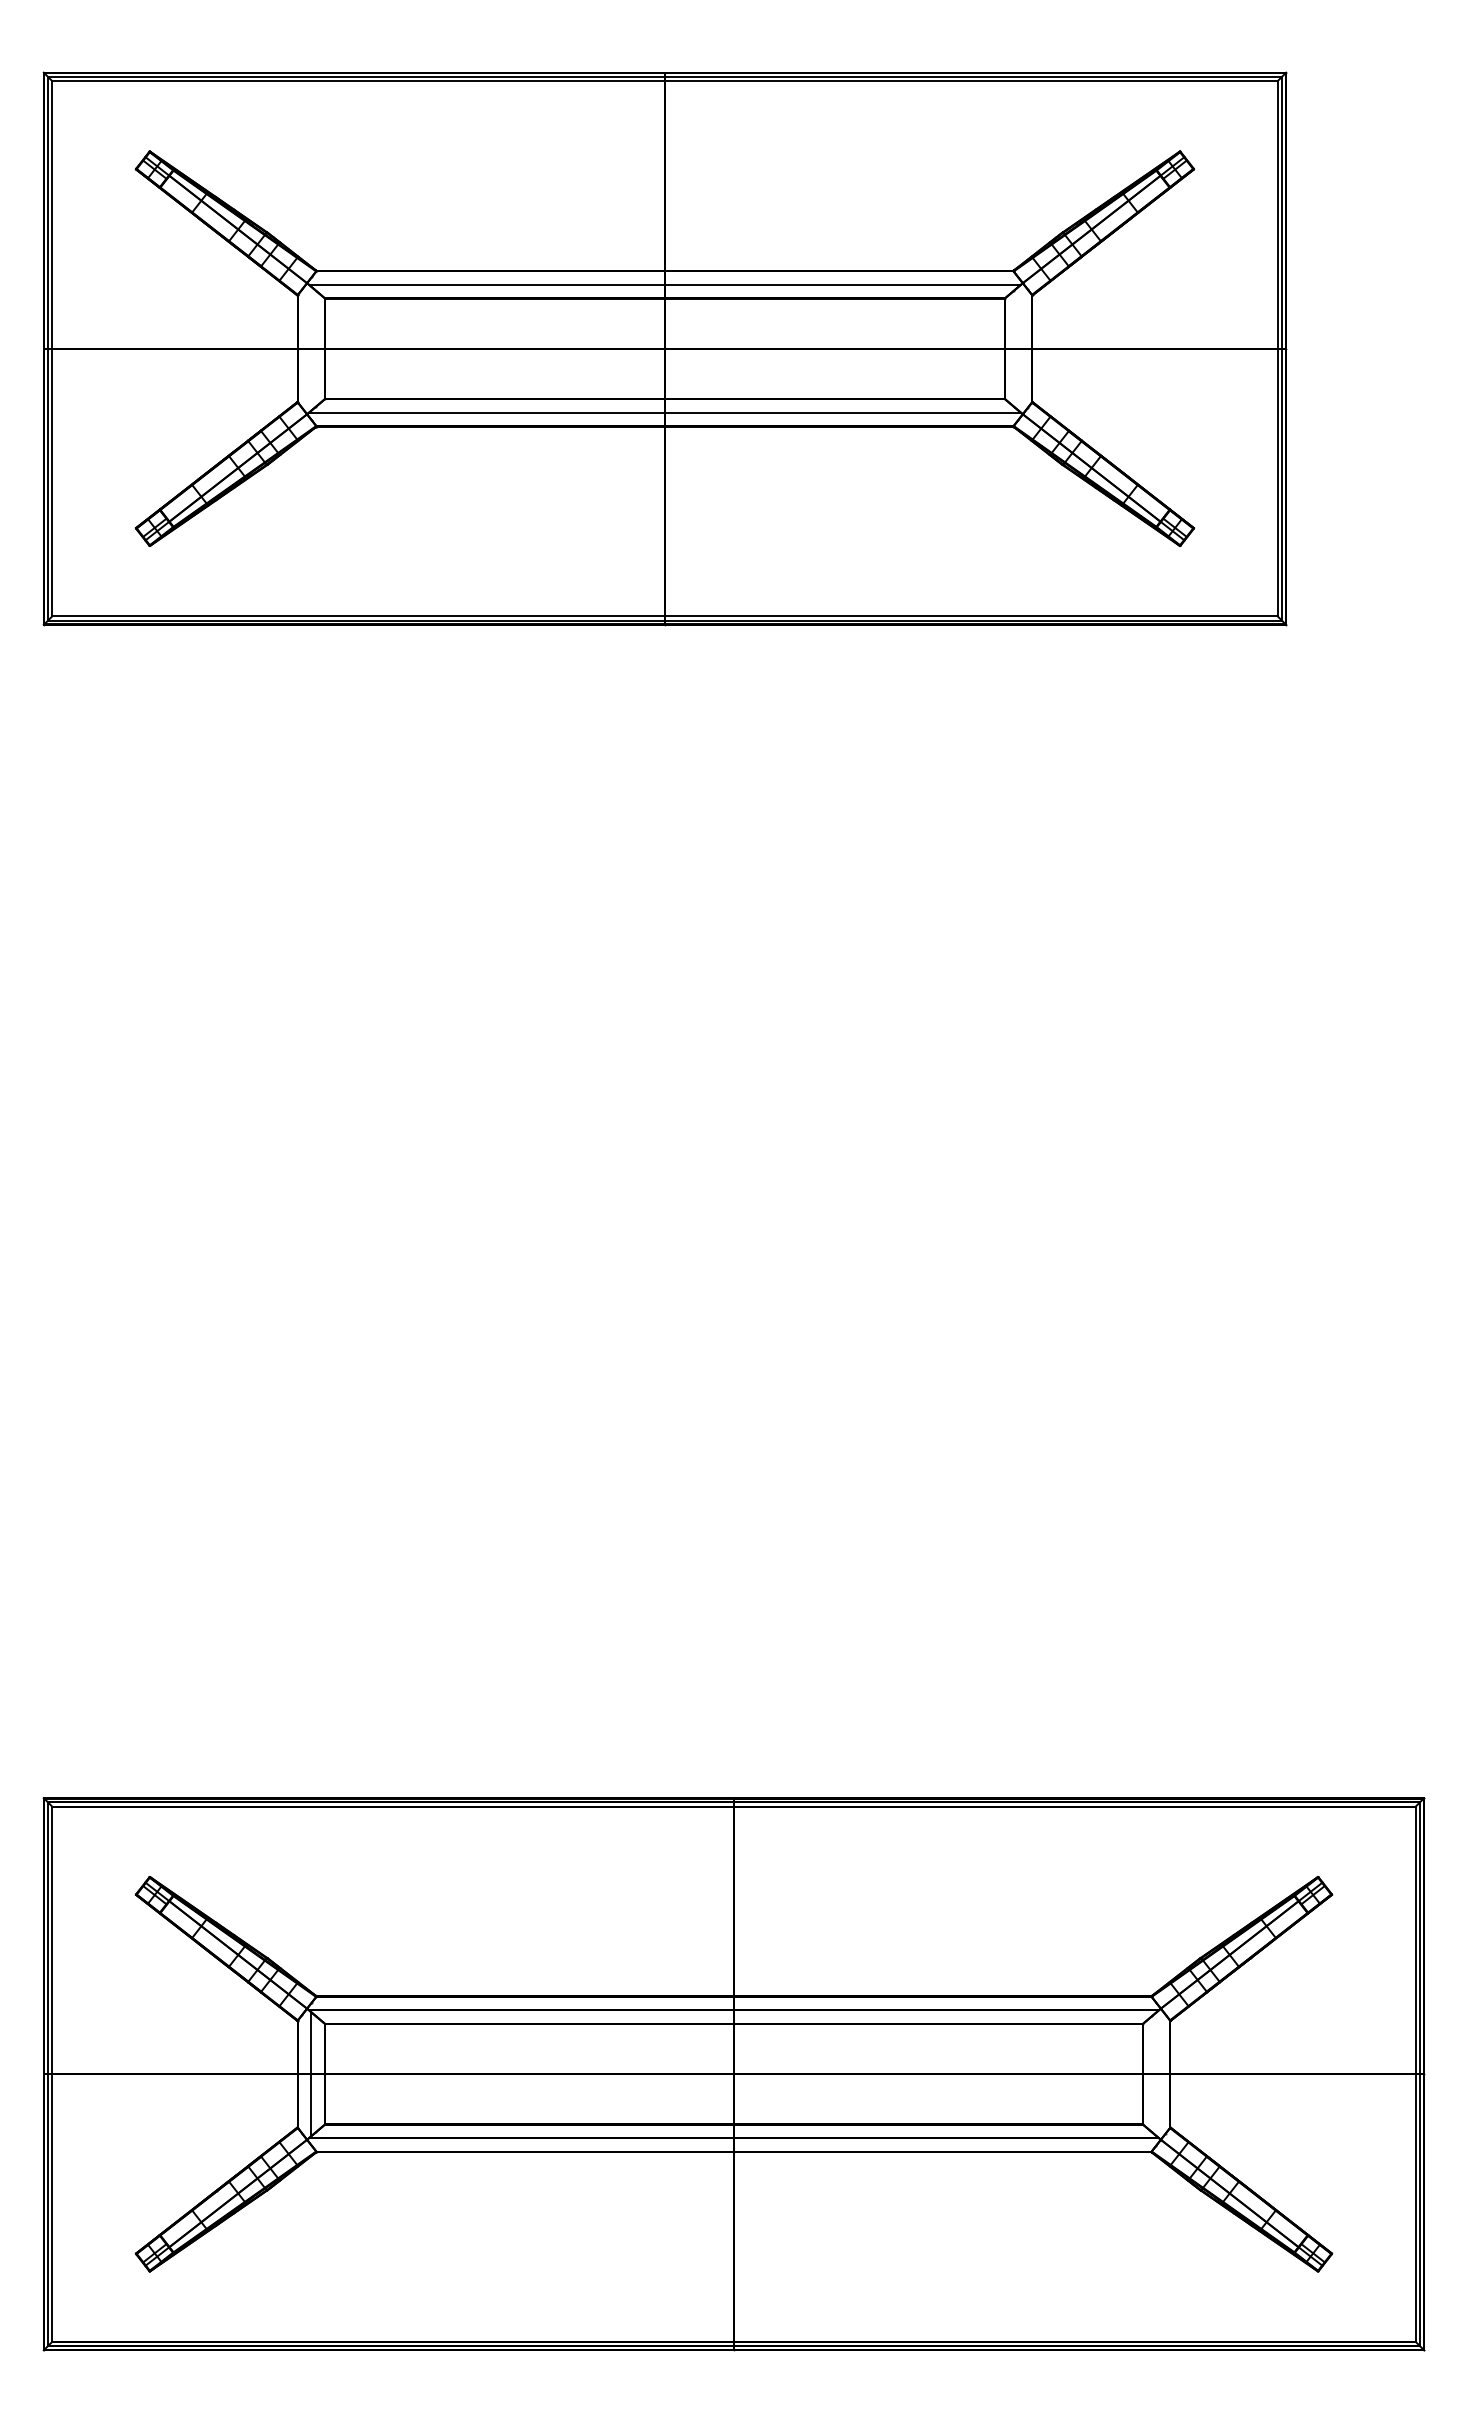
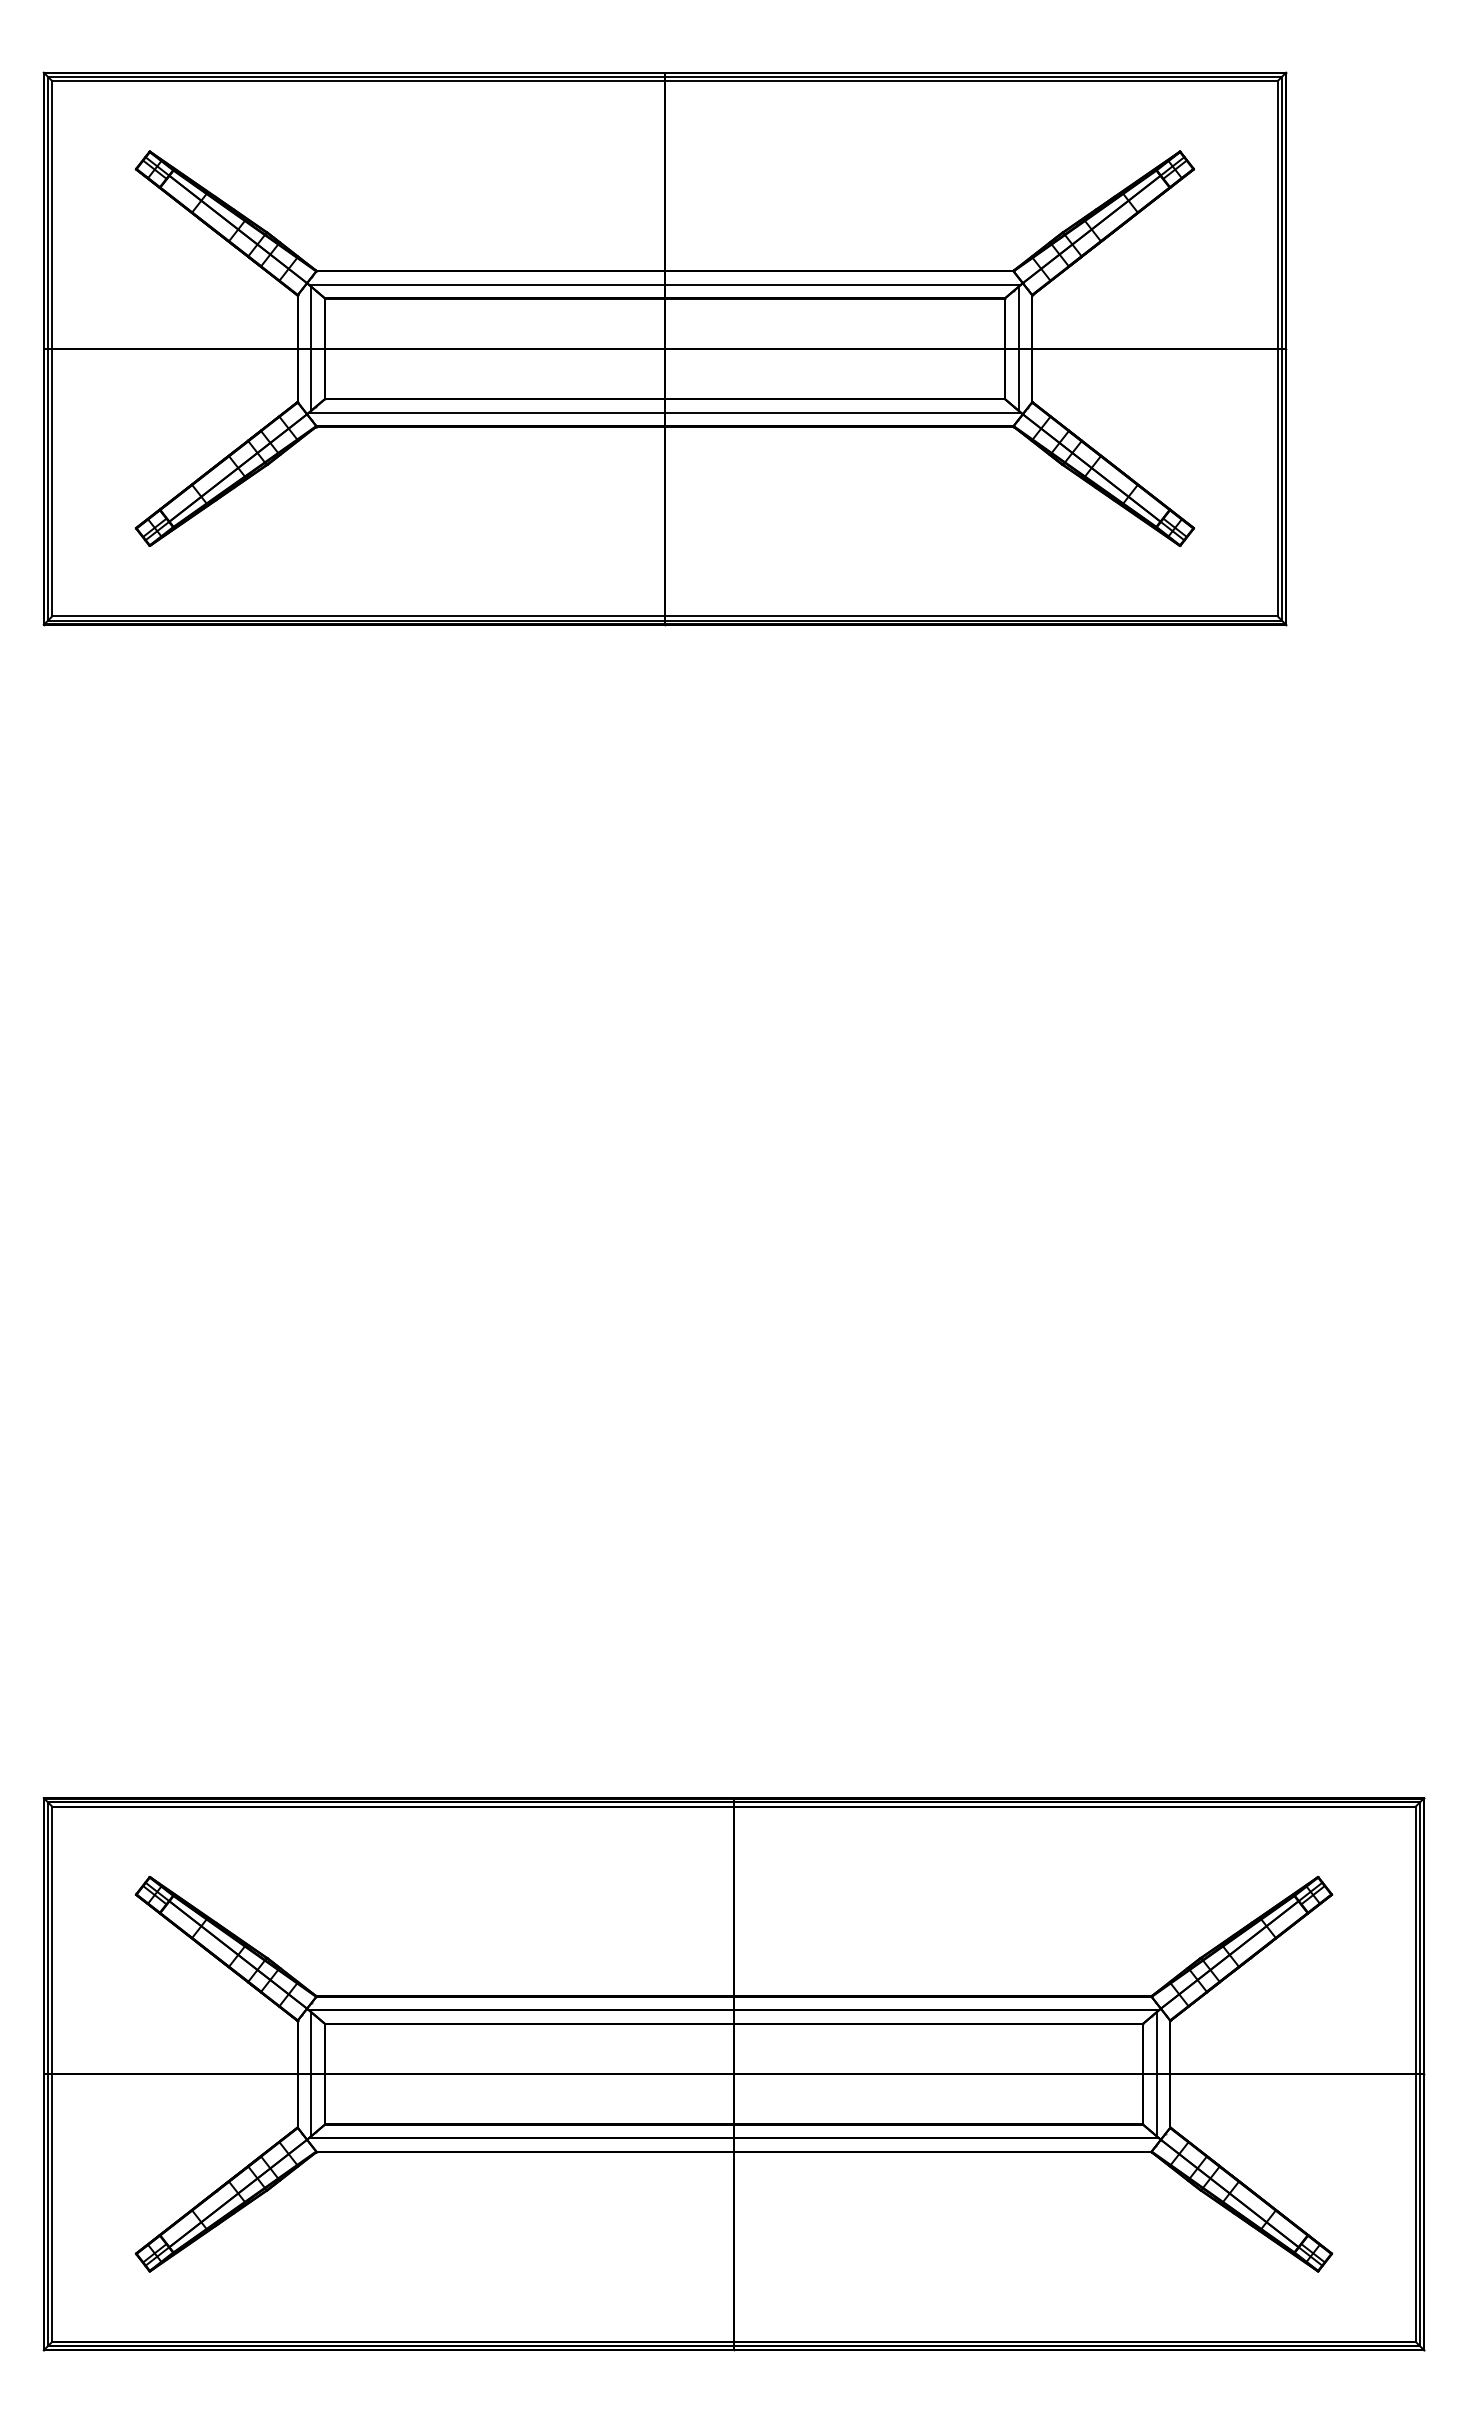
line at (311, 348): none -> present
line at (1018, 348): none -> present
line at (1156, 2074): none -> present
